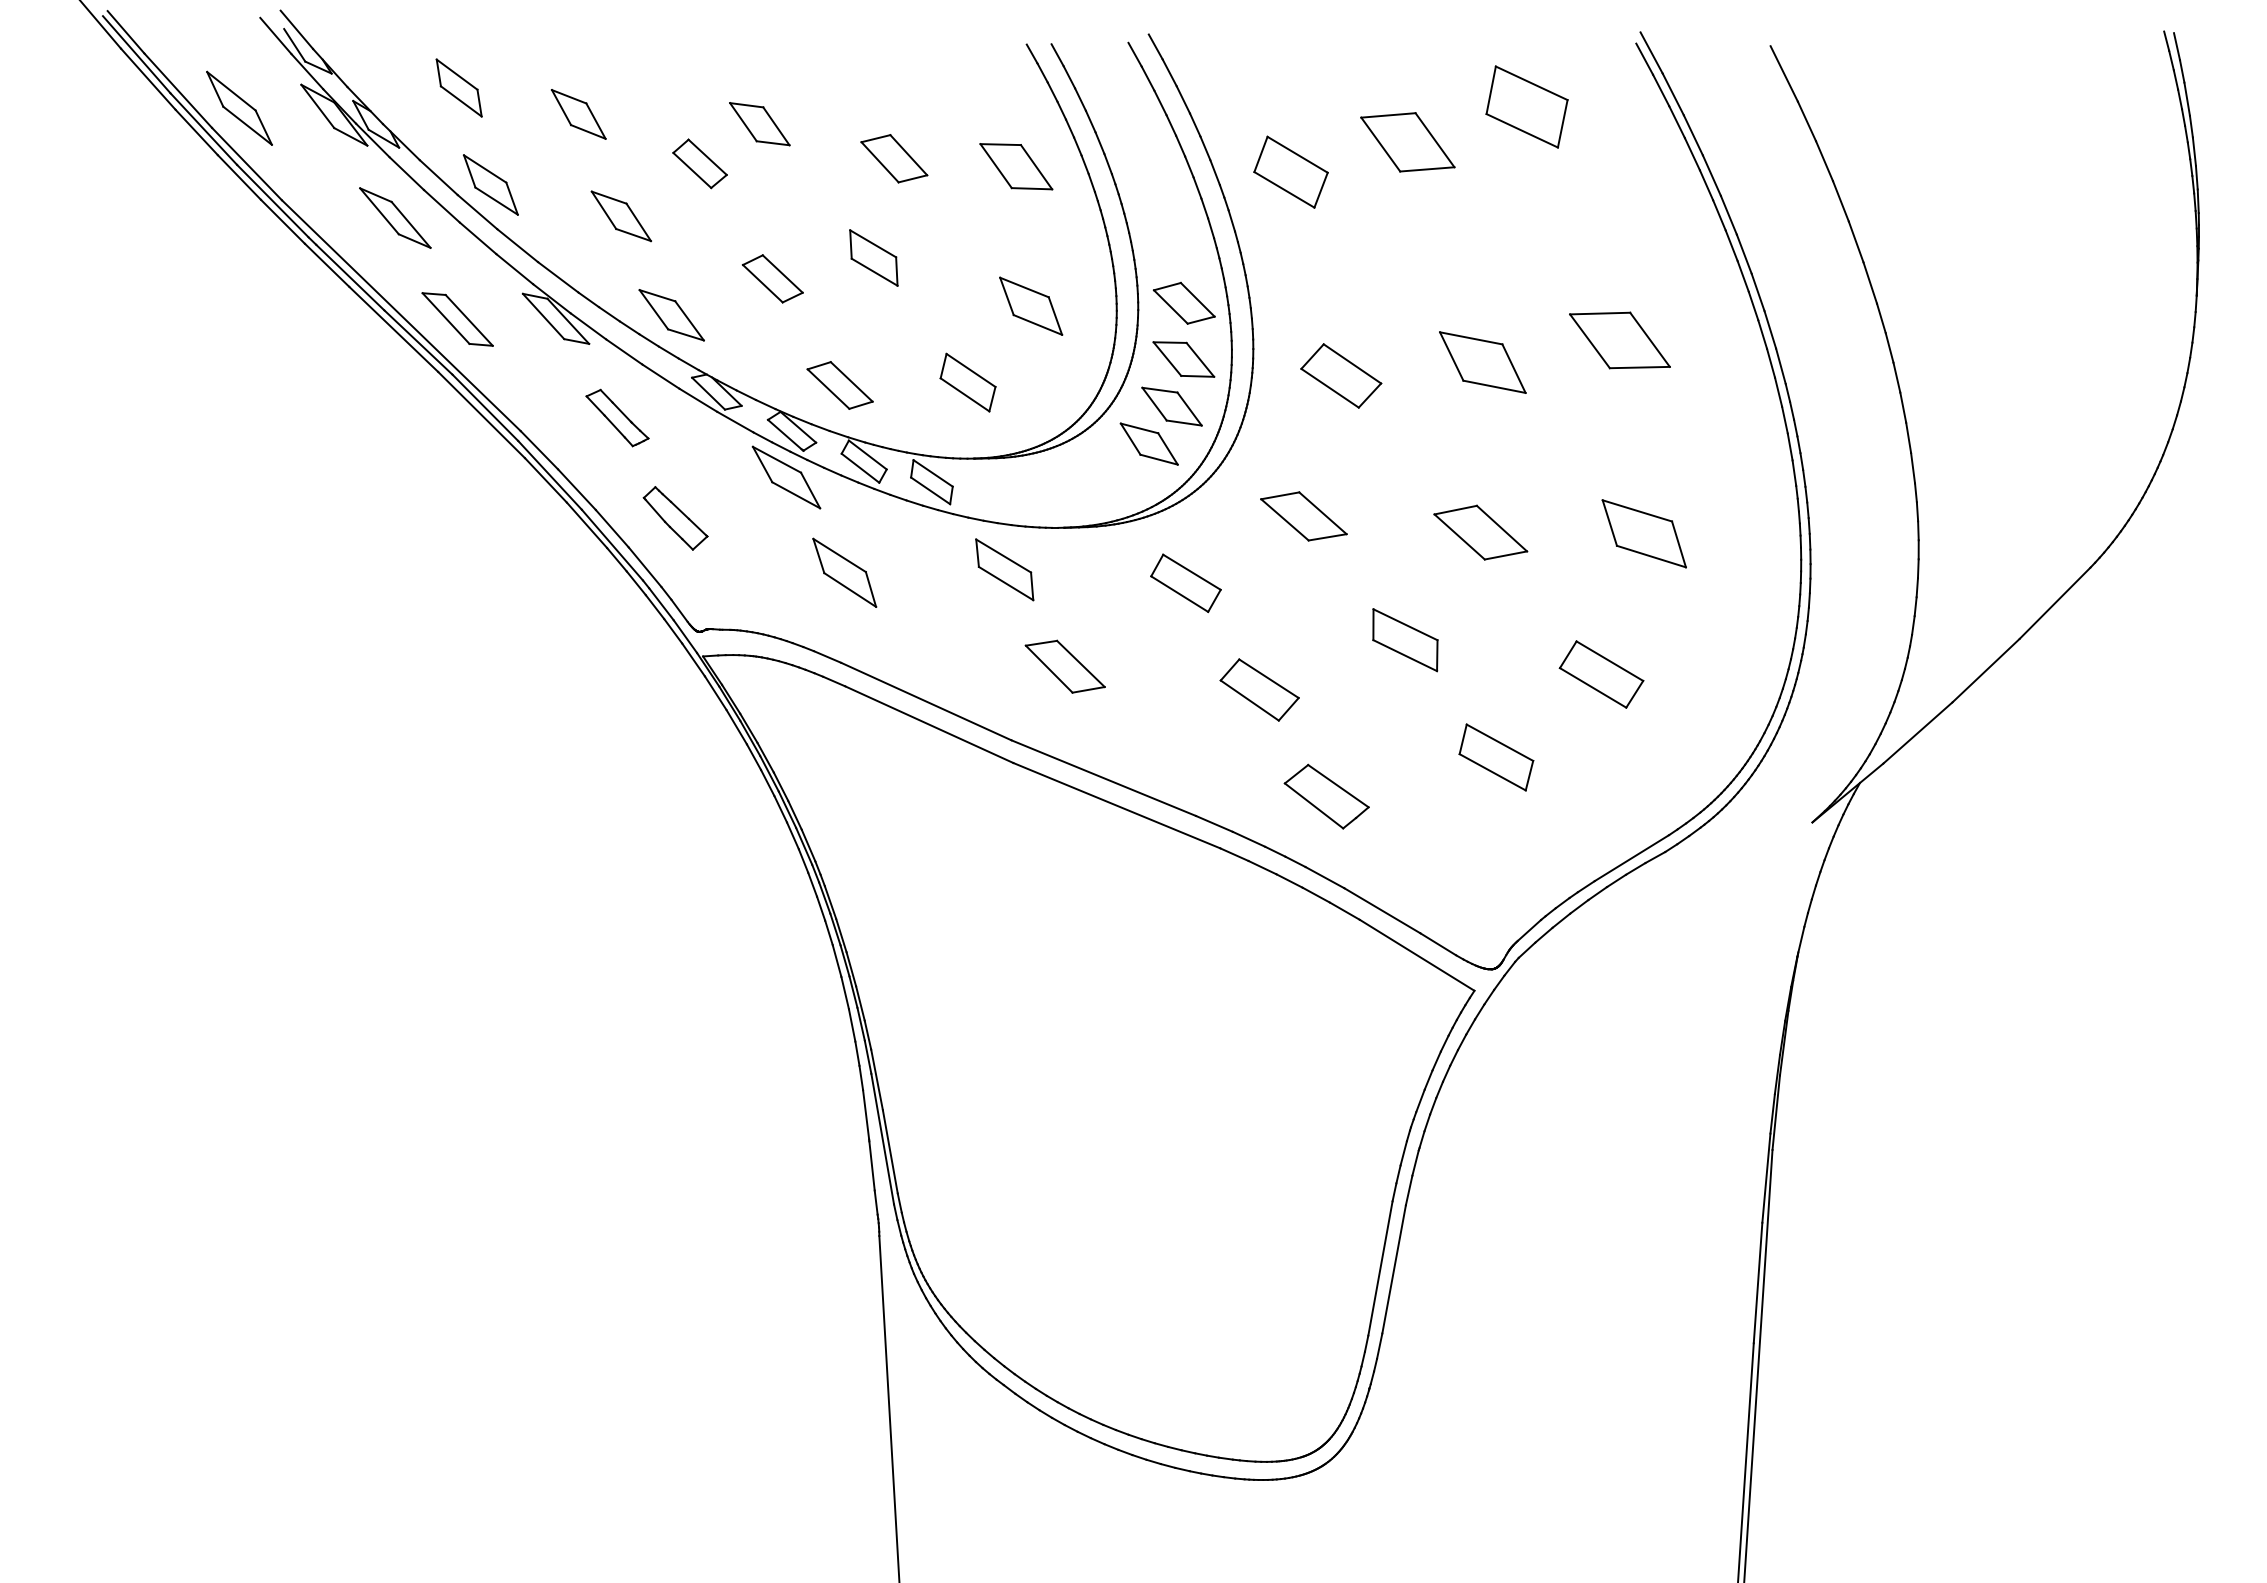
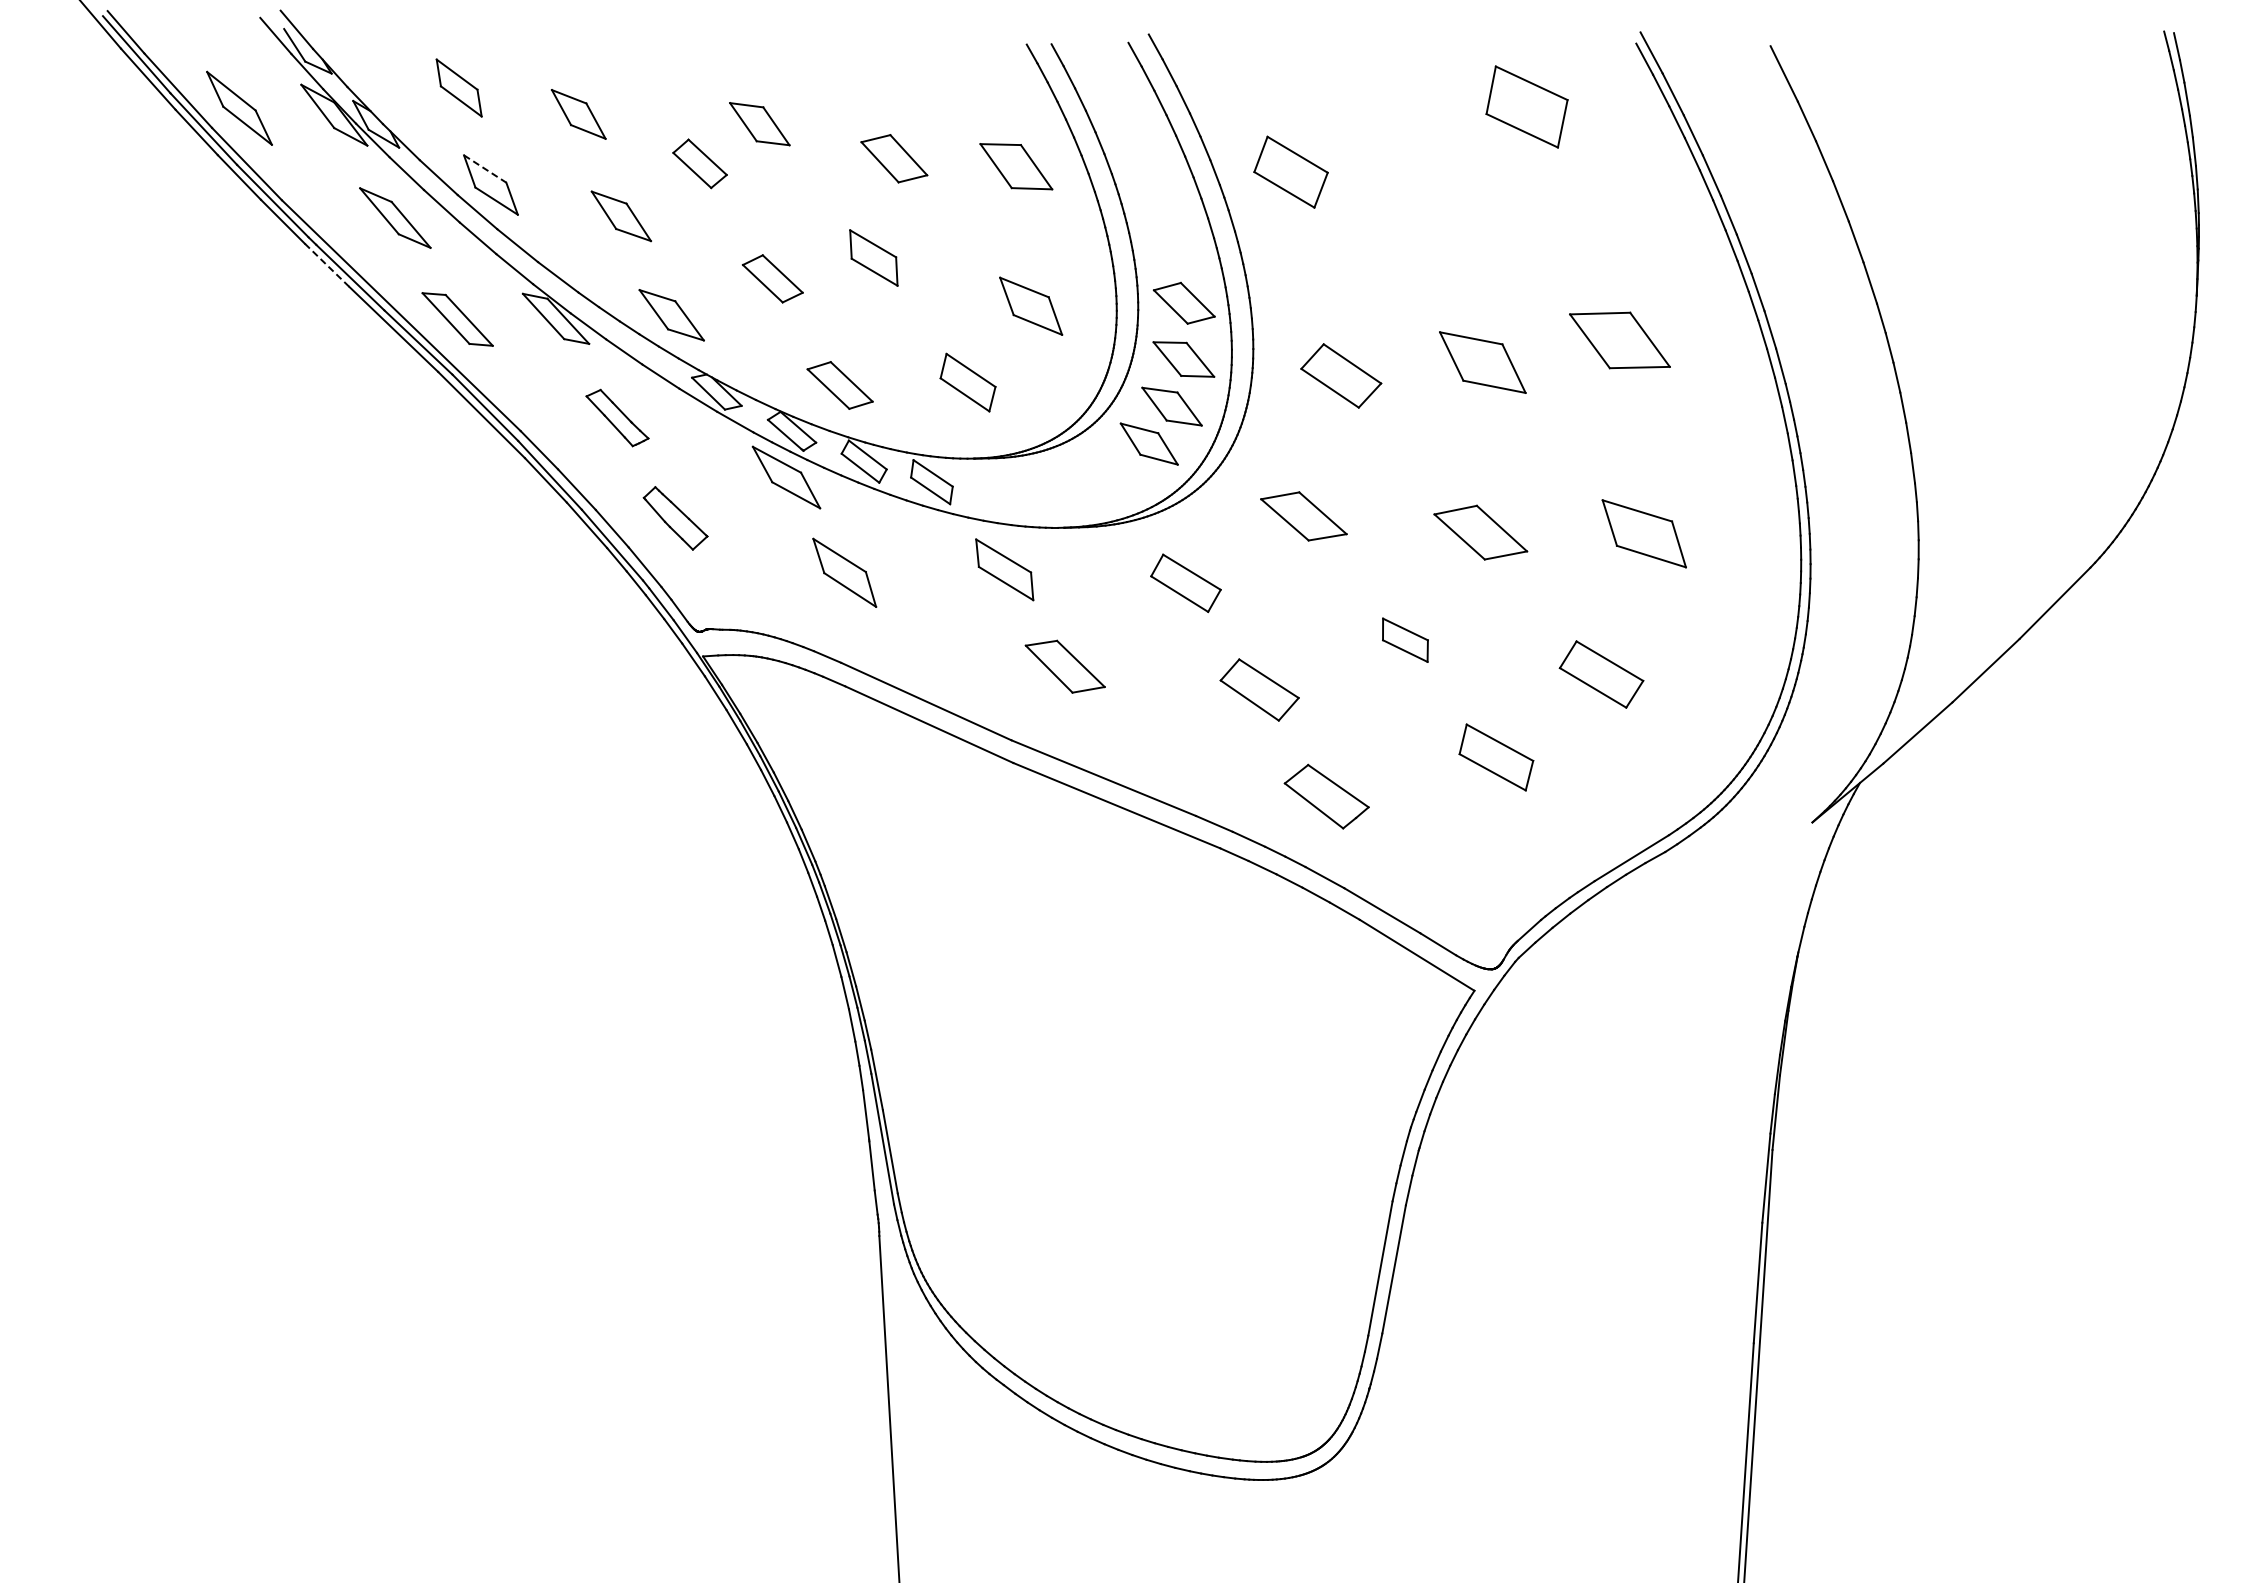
part at (1407, 142): present -> none
line at (485, 169): solid -> dashed
line at (327, 265): solid -> dashed
part at (1405, 640) size: 67x65 px -> 47x46 px
